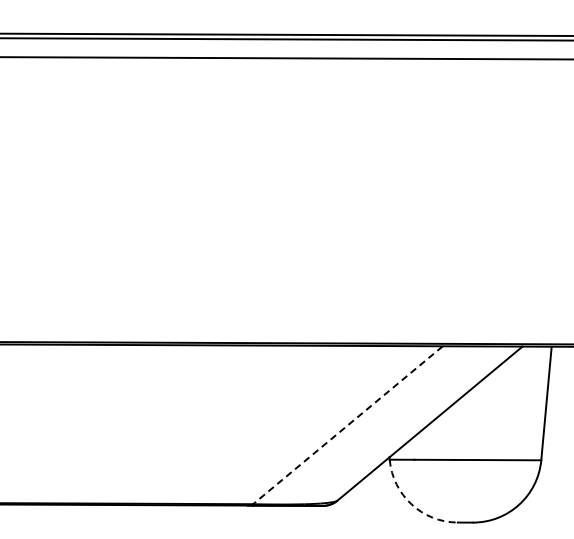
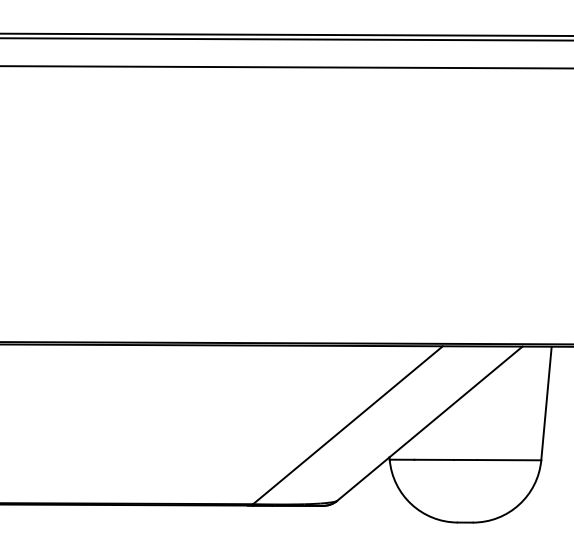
line at (286, 58) position: (286, 58) -> (286, 67)
line at (347, 425): dashed -> solid
arc at (411, 504): dashed -> solid
